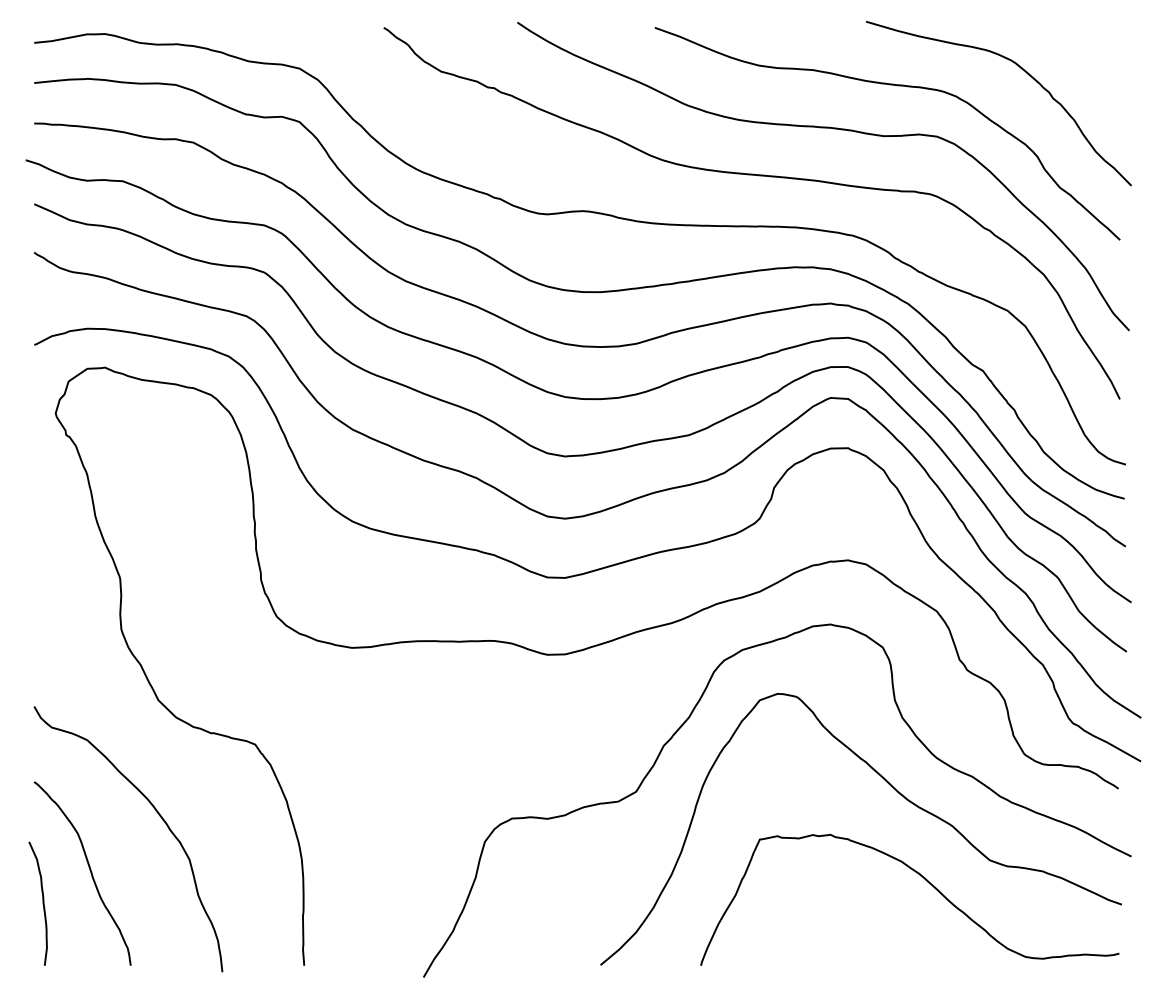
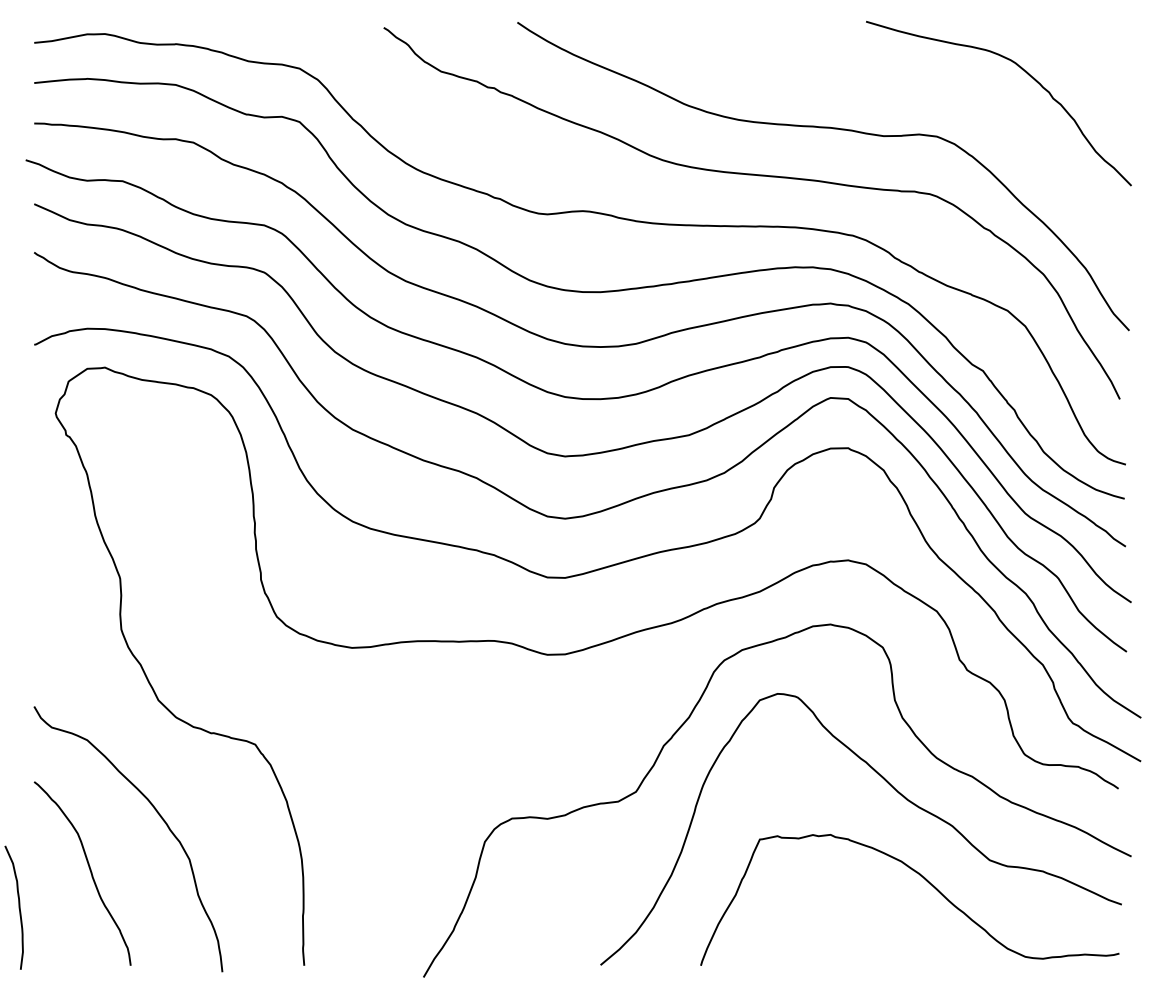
curve at (889, 85): present -> none
curve at (42, 903) position: (42, 903) -> (18, 907)
